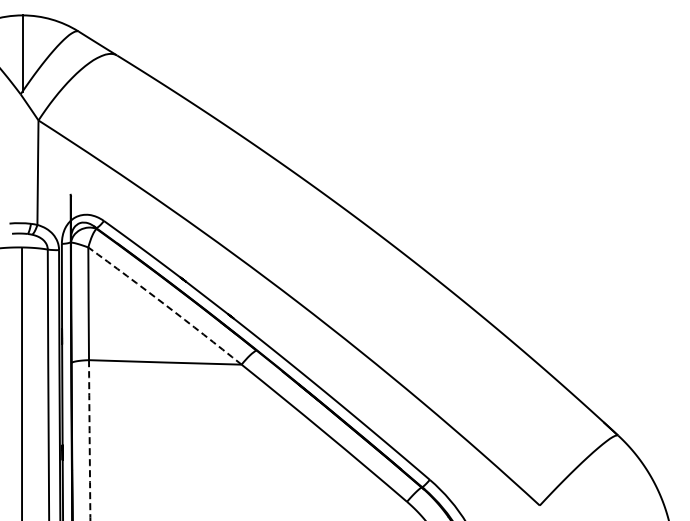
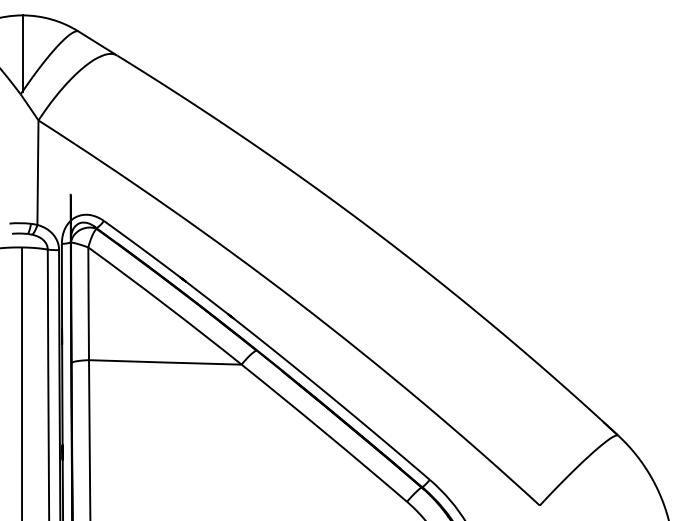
arc at (165, 305): dashed -> solid
arc at (89, 441): dashed -> solid
